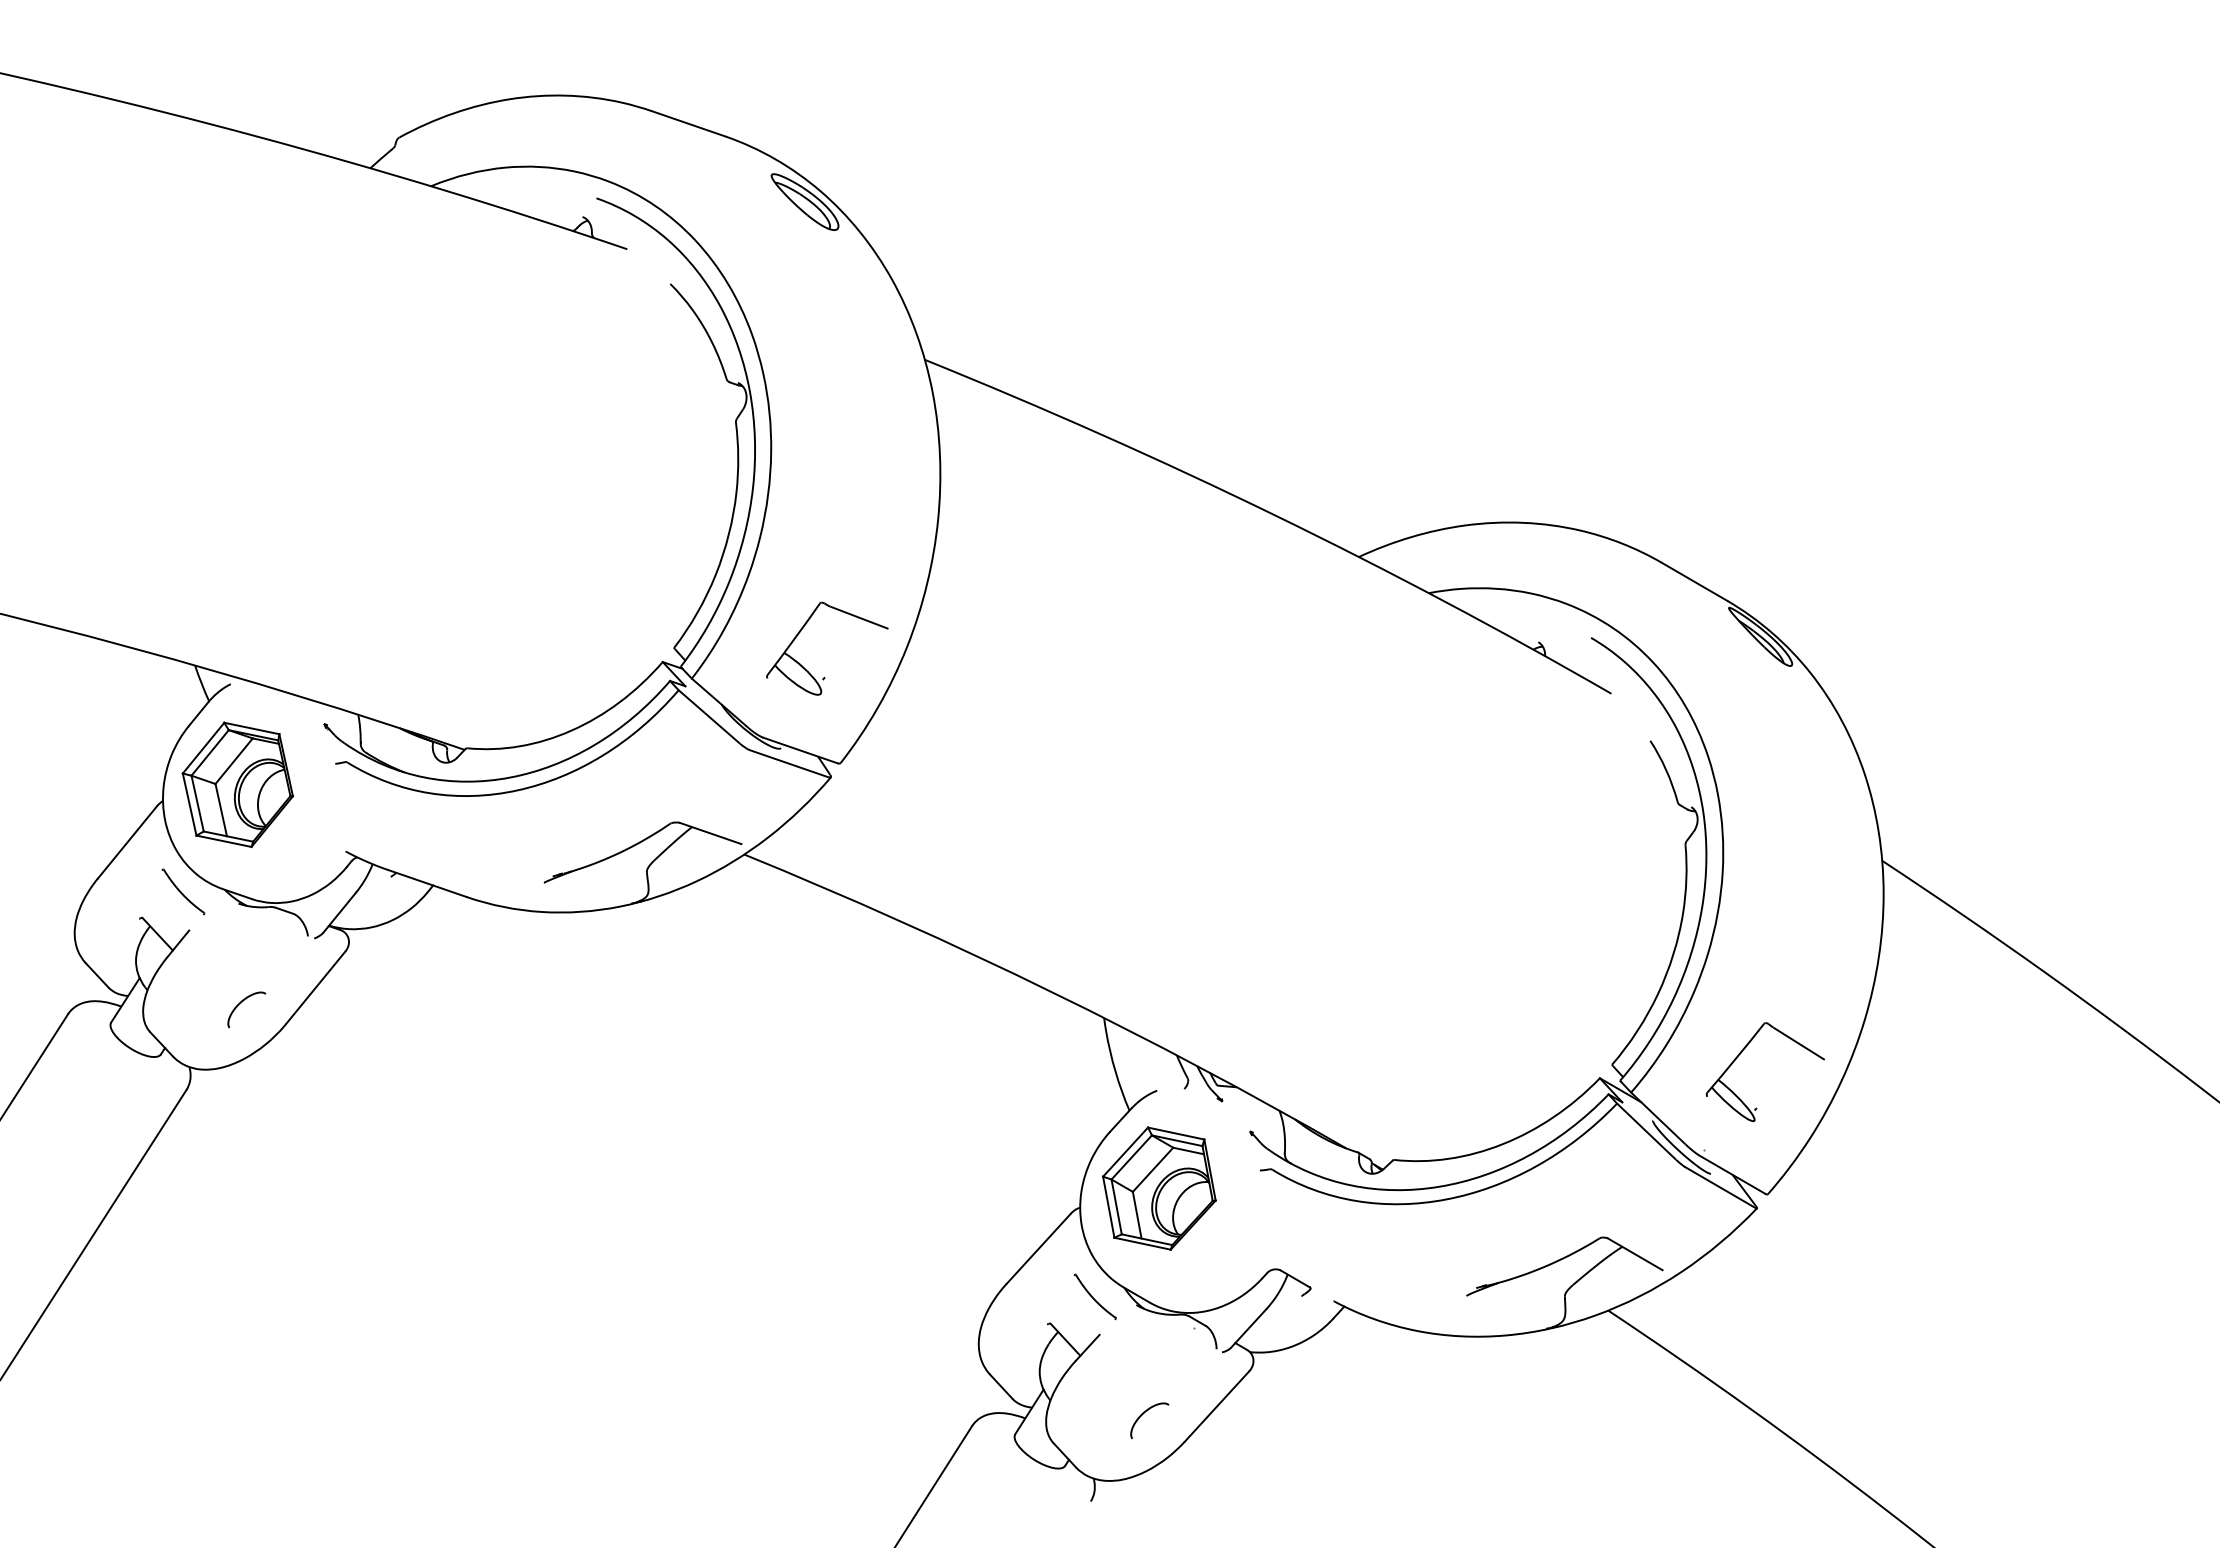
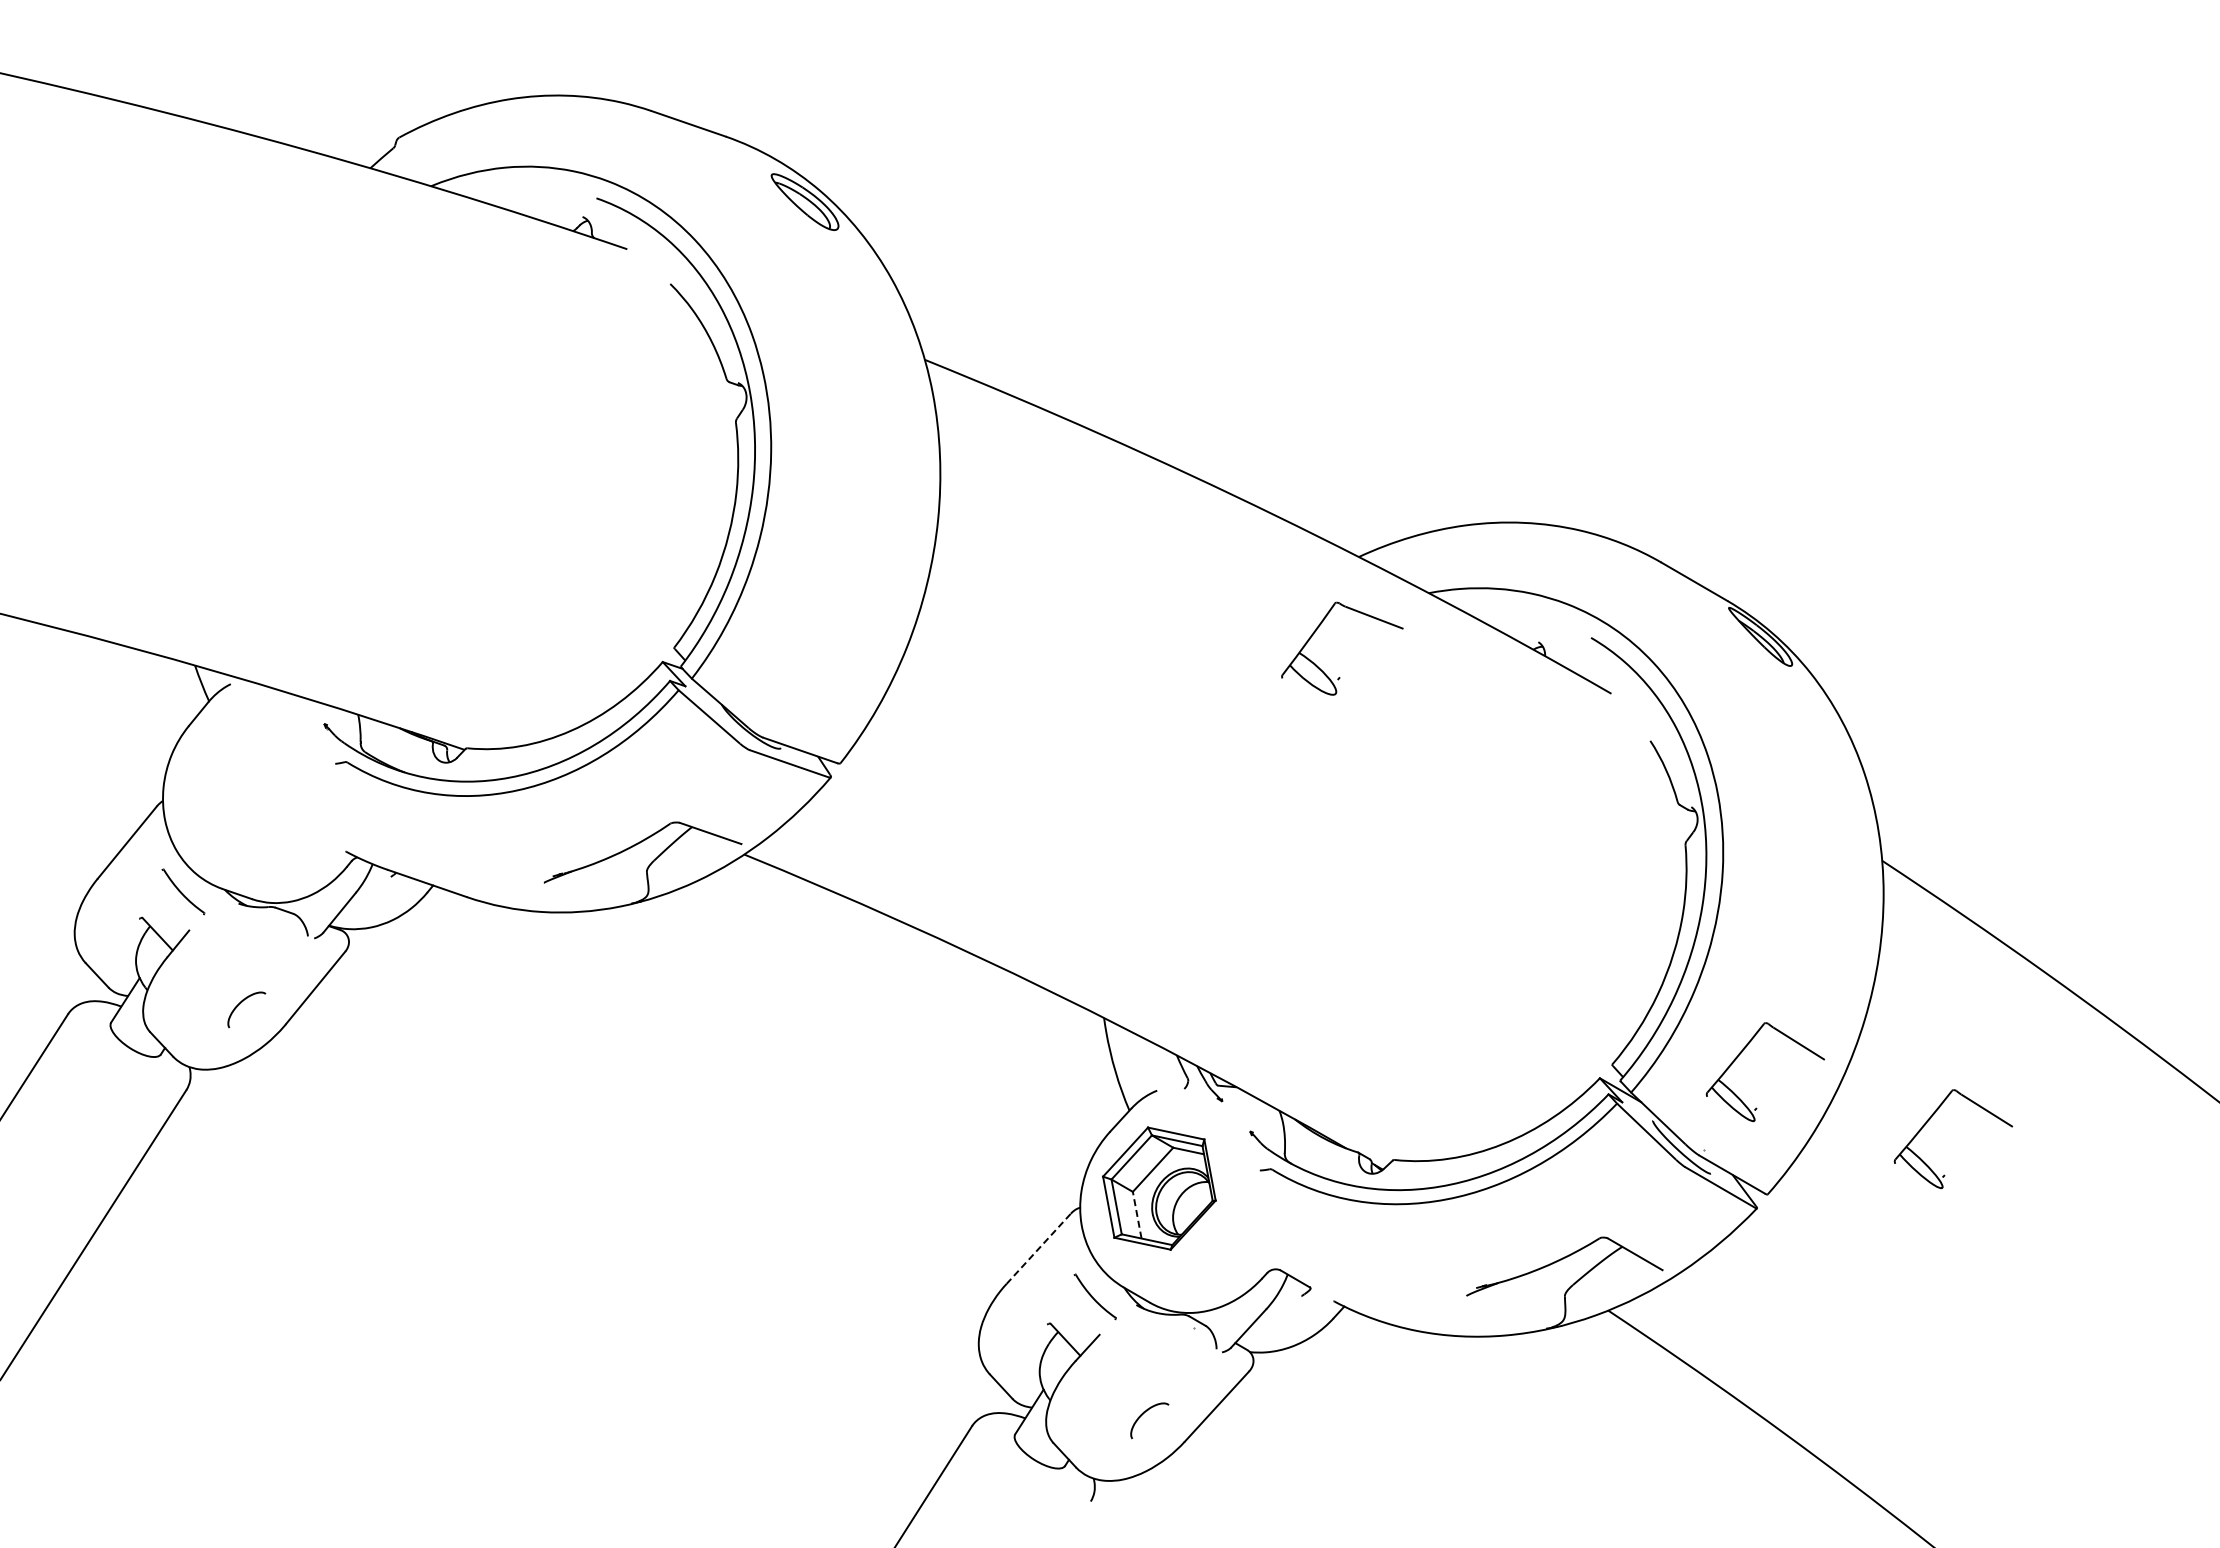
part at (825, 677) position: (825, 677) -> (1340, 677)
part at (237, 784): present -> none
part at (1931, 1118): none -> present
line at (1137, 1215): solid -> dashed
line at (1038, 1249): solid -> dashed
